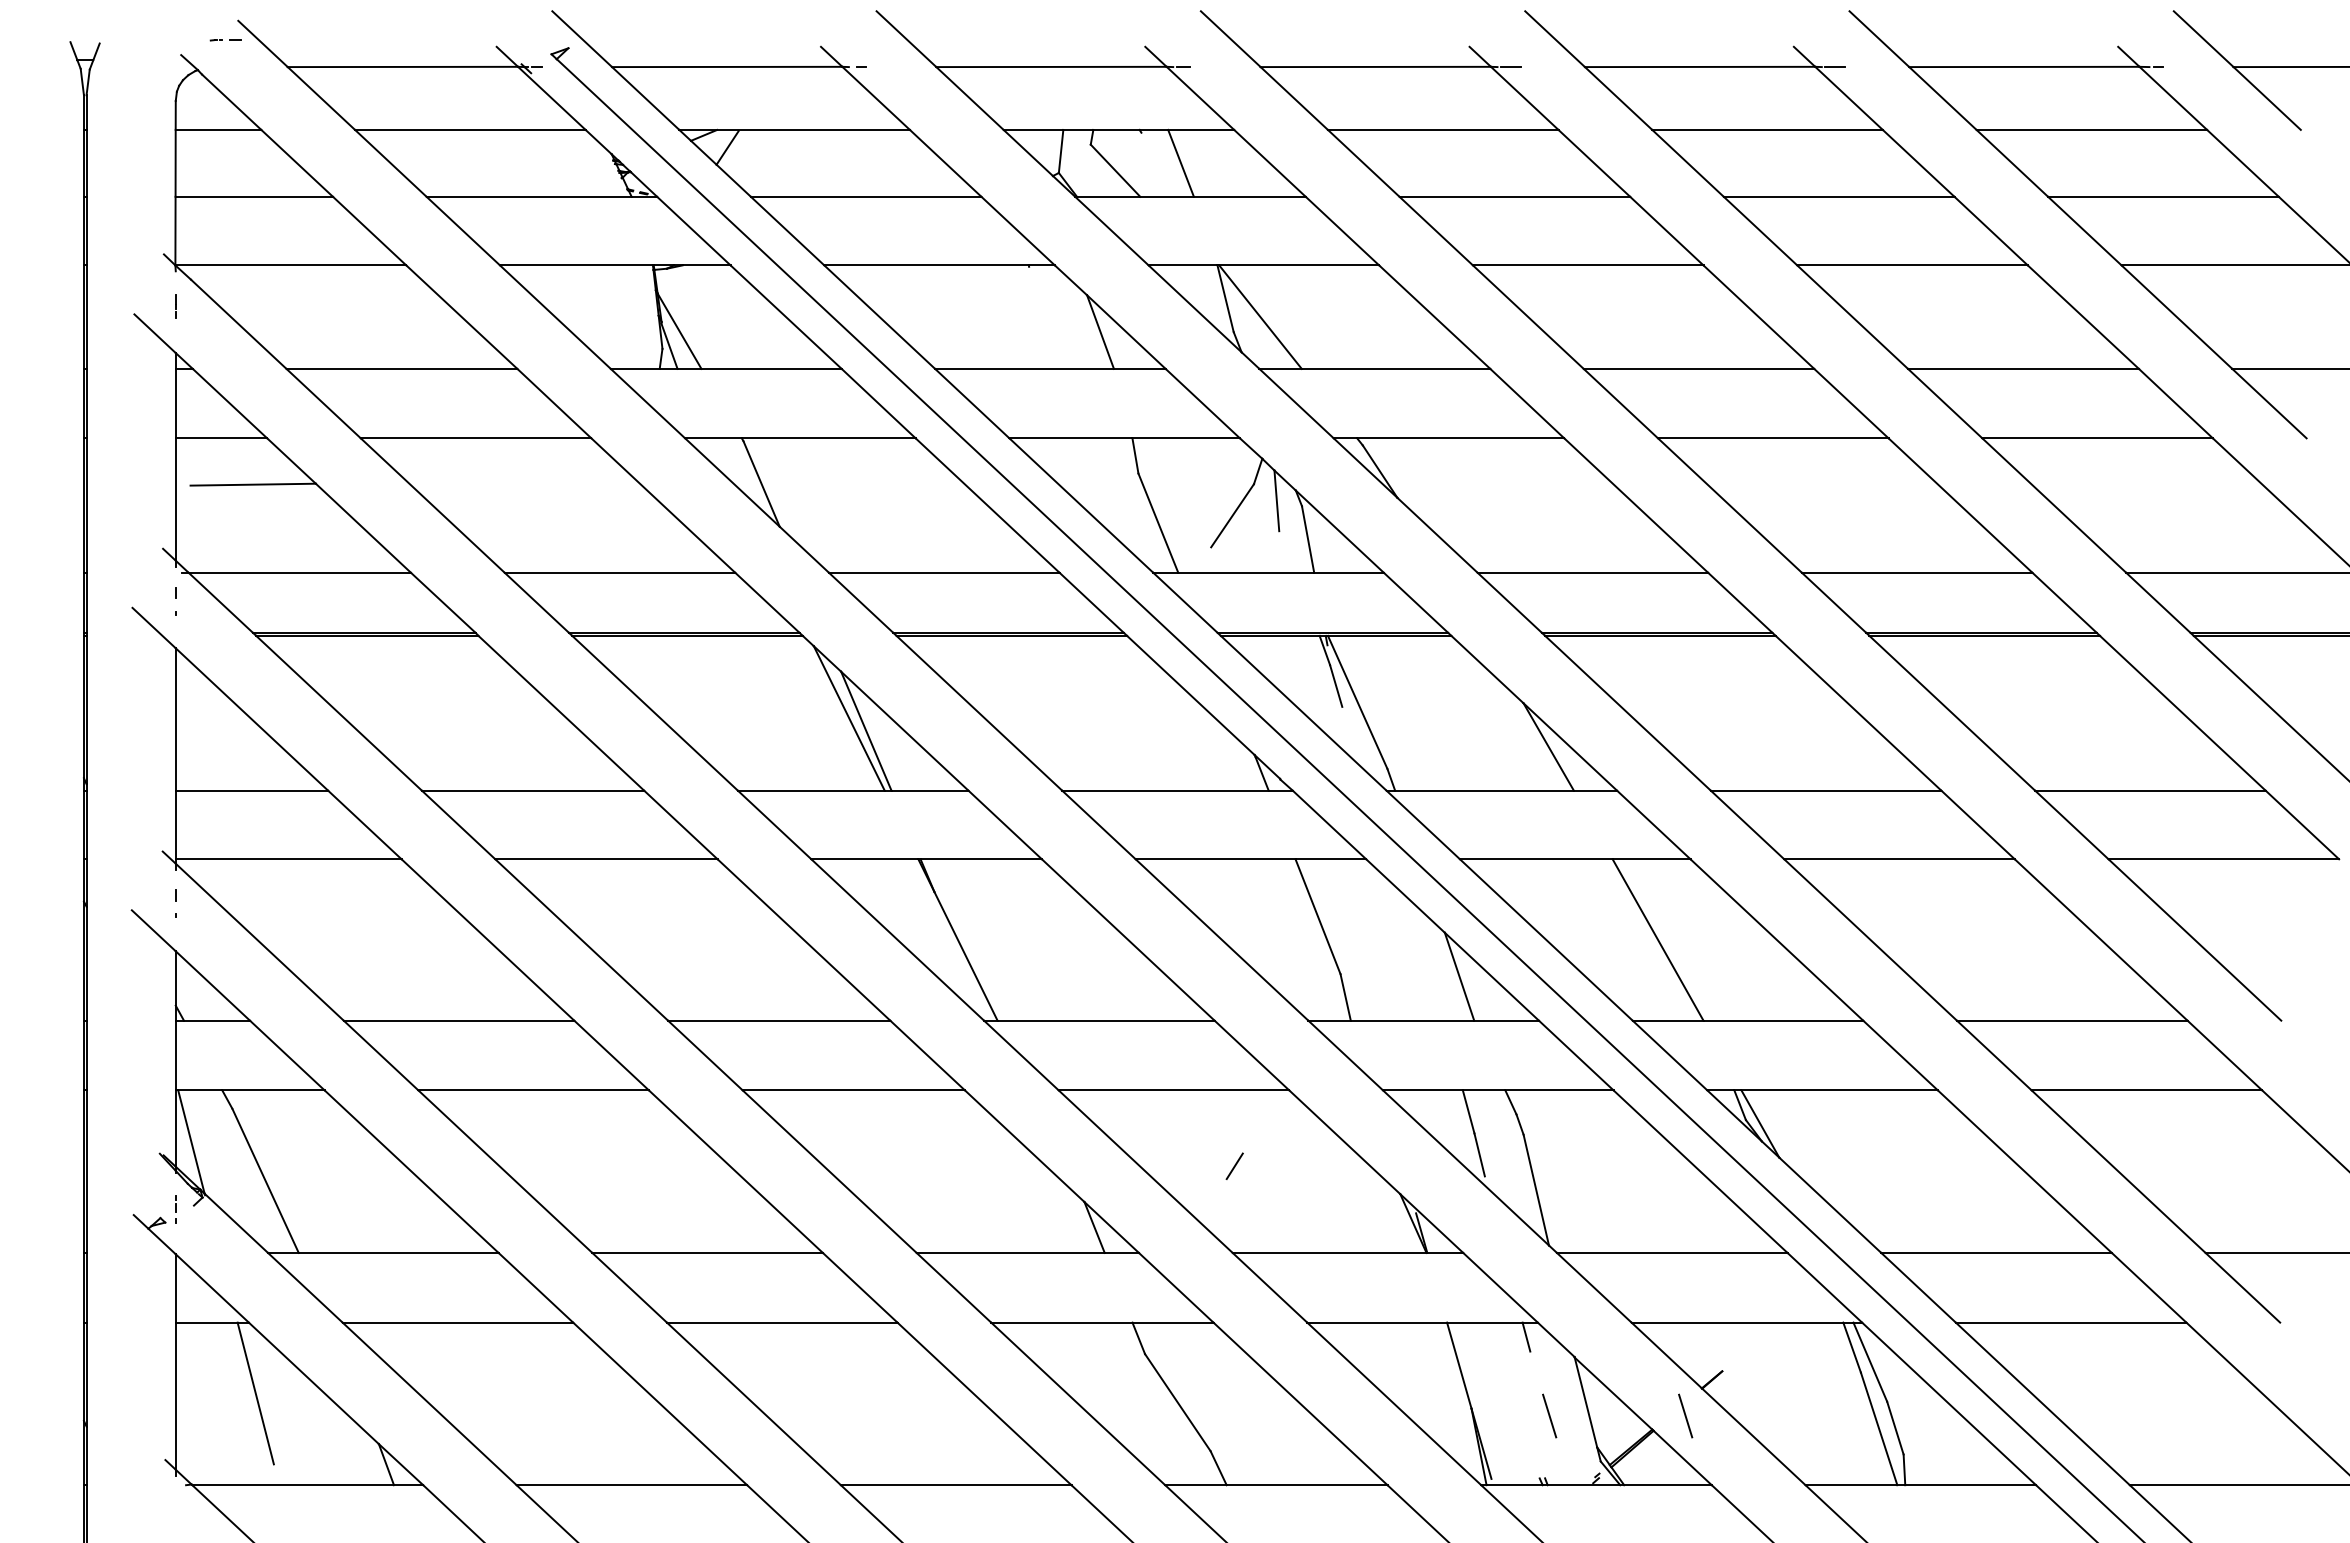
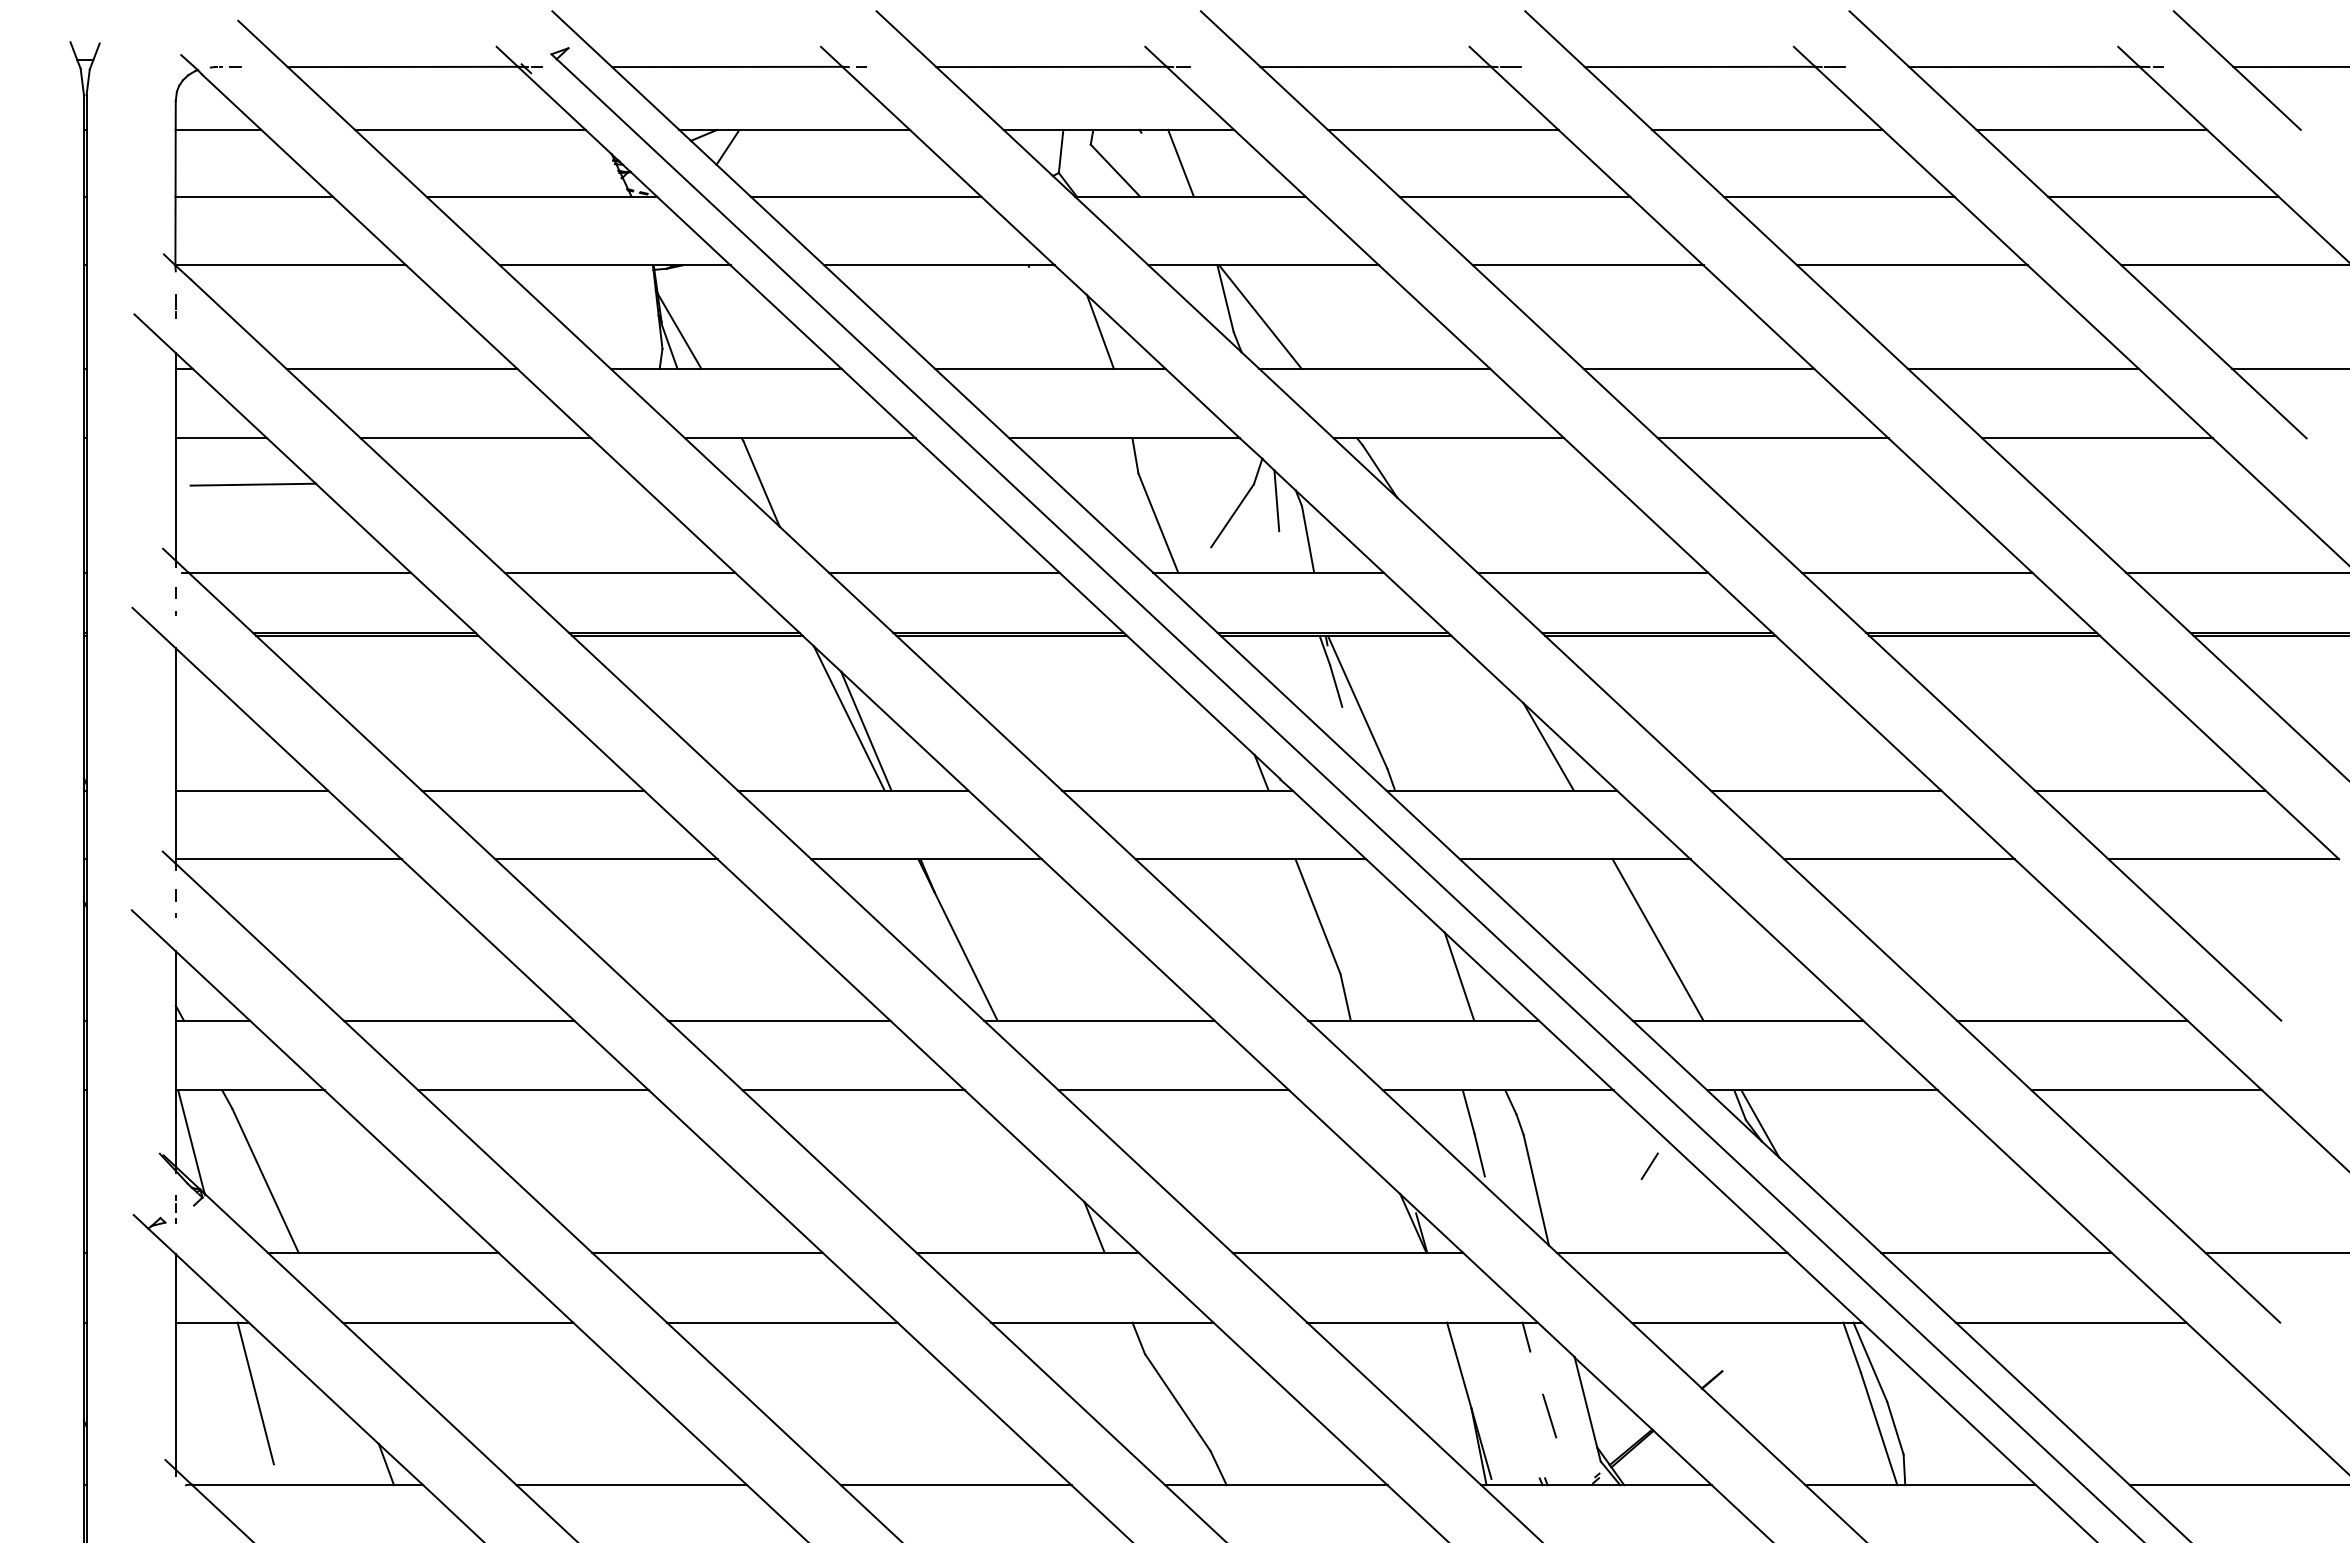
part at (225, 40) position: (225, 40) -> (225, 67)
line at (1234, 1165) position: (1234, 1165) -> (1649, 1165)
line at (1685, 1415): present -> none
